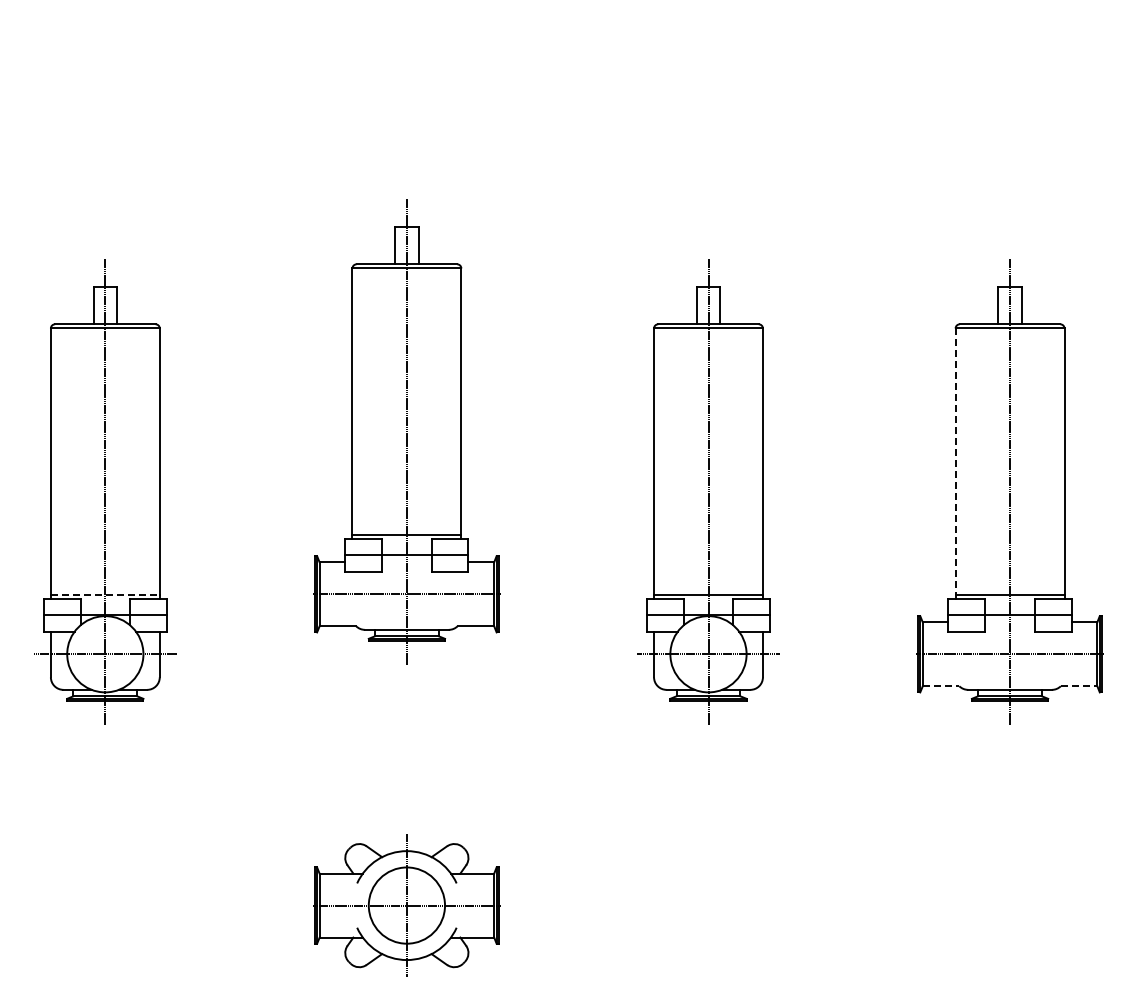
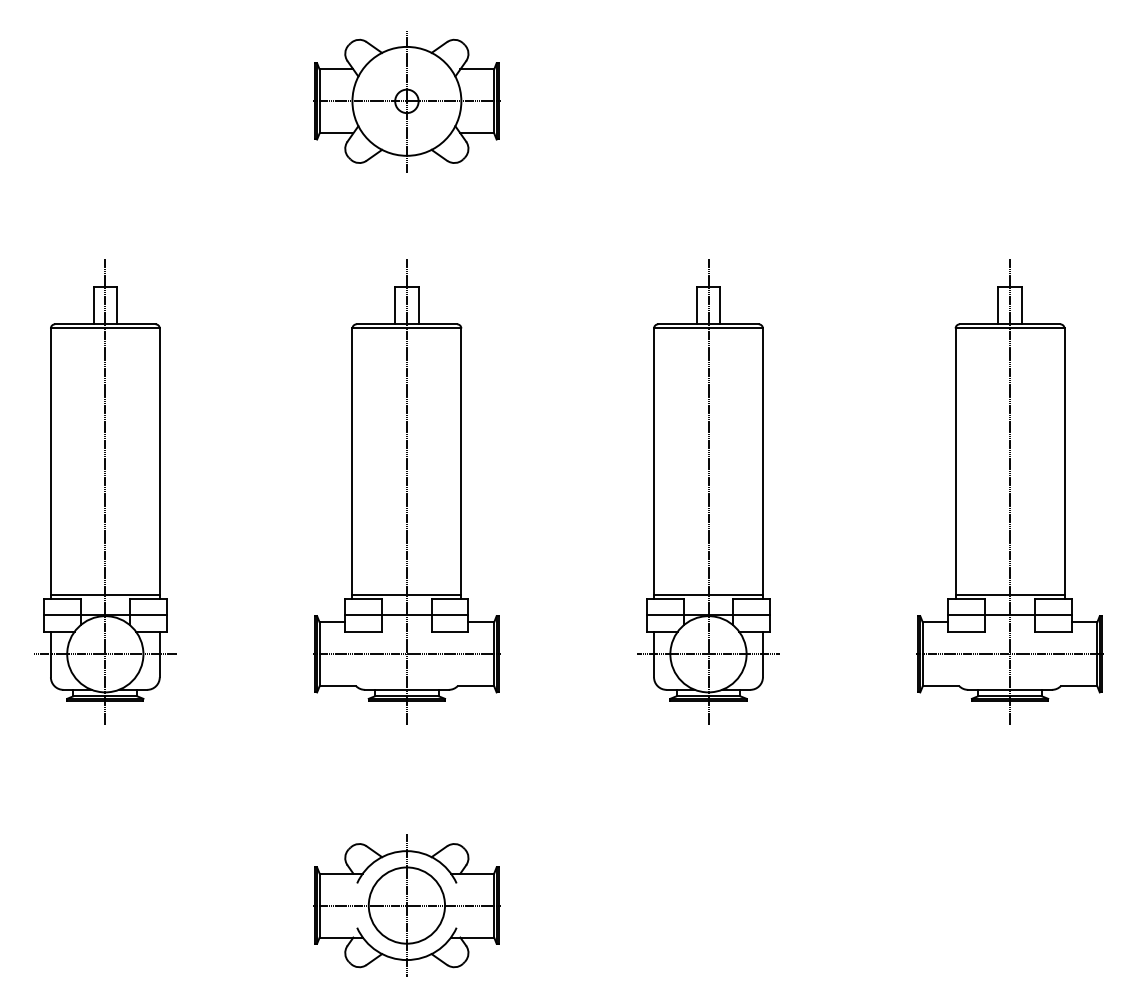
part at (406, 101): none -> present
part at (406, 431) position: (406, 431) -> (406, 491)
line at (955, 462): dashed -> solid
line at (105, 594): dashed -> solid
line at (941, 686): dashed -> solid
line at (1079, 686): dashed -> solid
